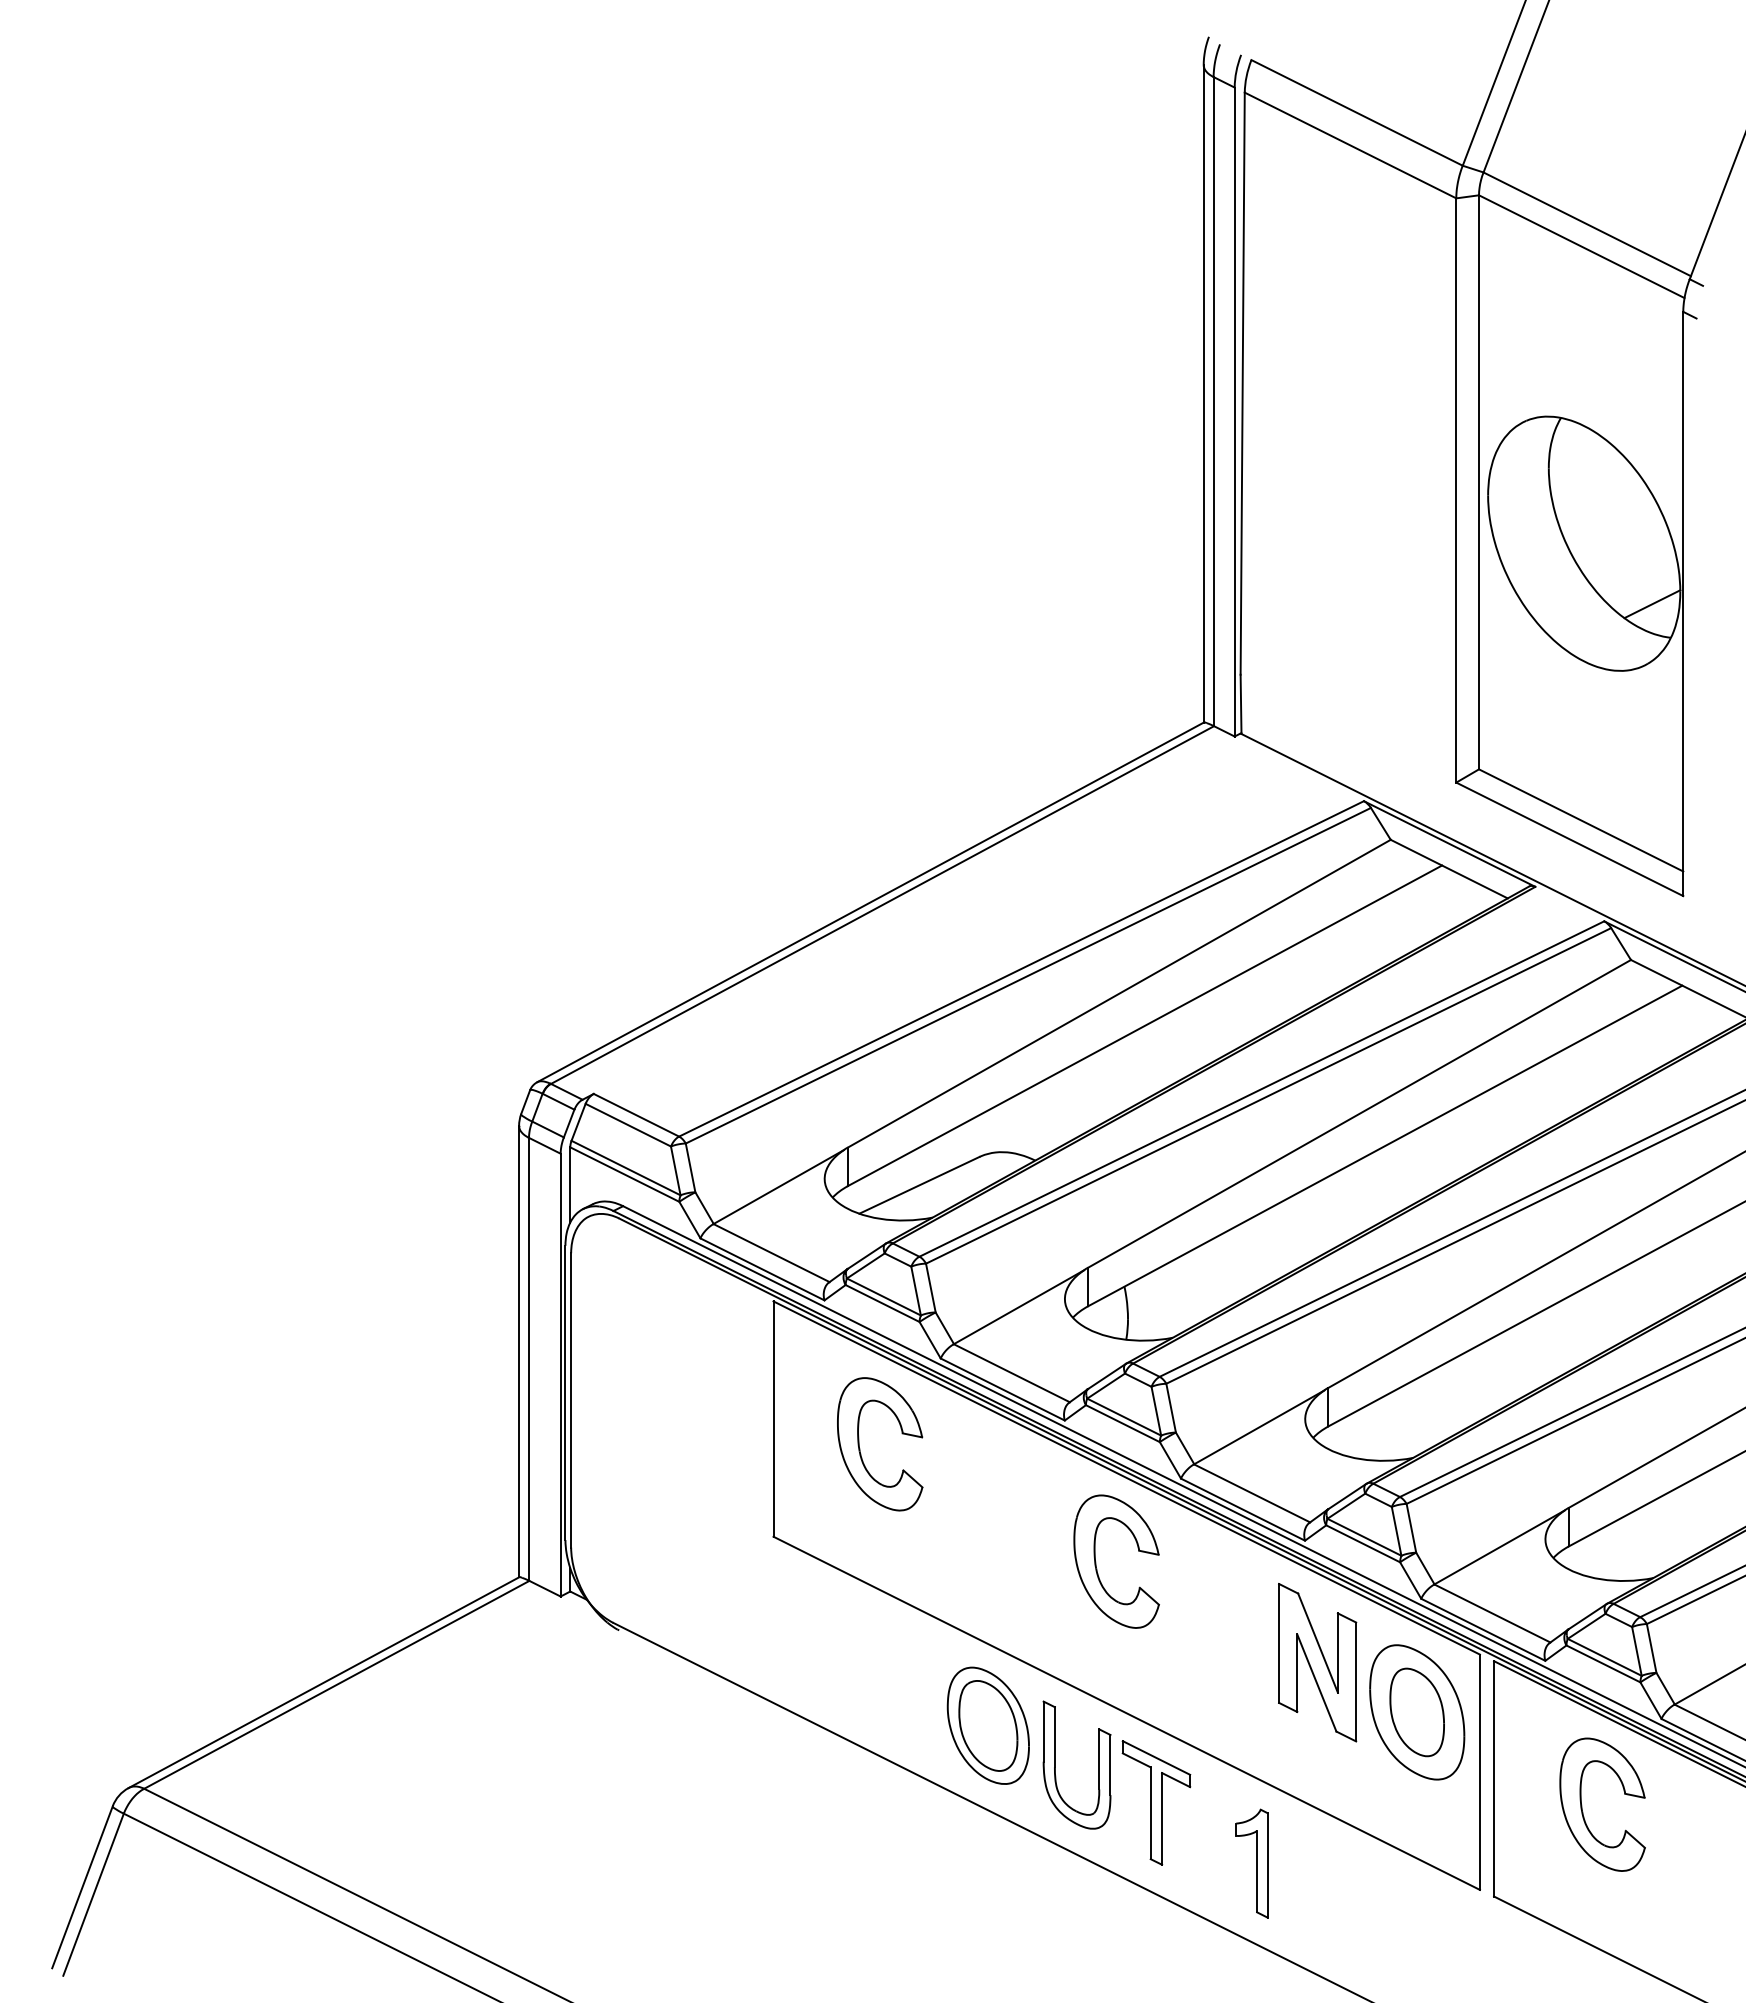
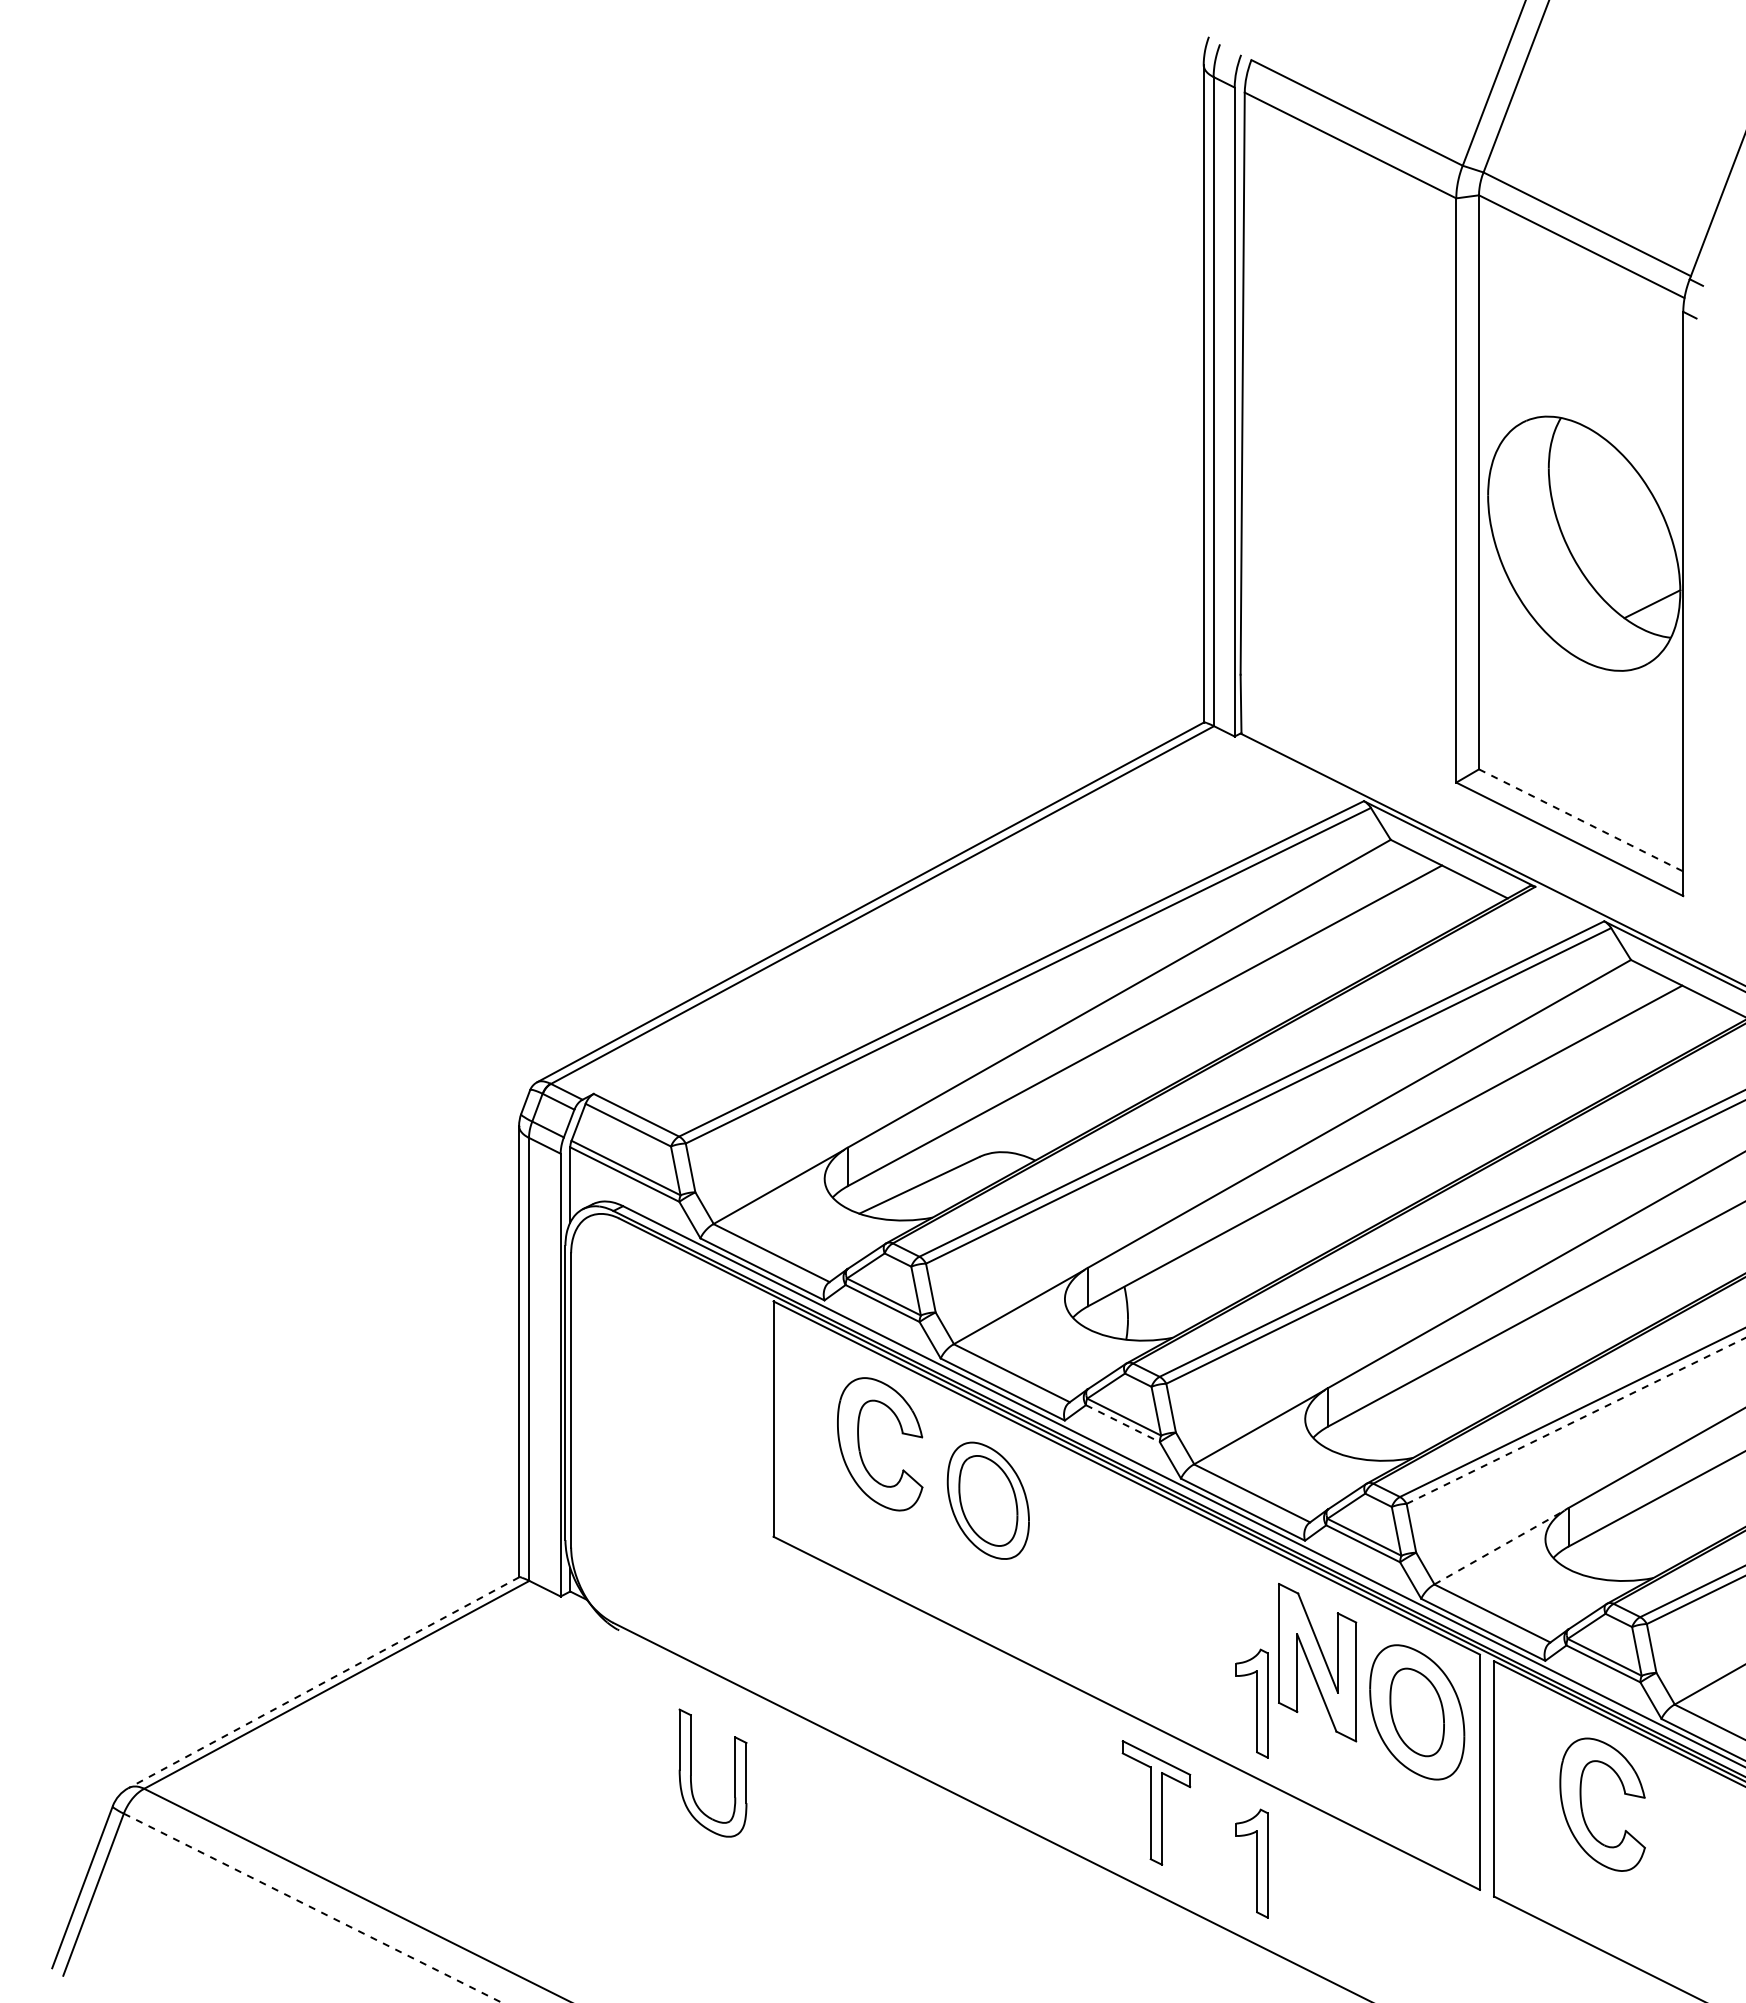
line at (1581, 820): solid -> dashed
line at (1576, 1420): solid -> dashed
line at (1123, 1423): solid -> dashed
line at (1499, 1547): solid -> dashed
part at (1096, 1561): present -> none
line at (323, 1682): solid -> dashed
part at (1251, 1703): none -> present
part at (987, 1725) position: (987, 1725) -> (987, 1500)
part at (1055, 1764) position: (1055, 1764) -> (691, 1772)
line at (313, 1908): solid -> dashed
